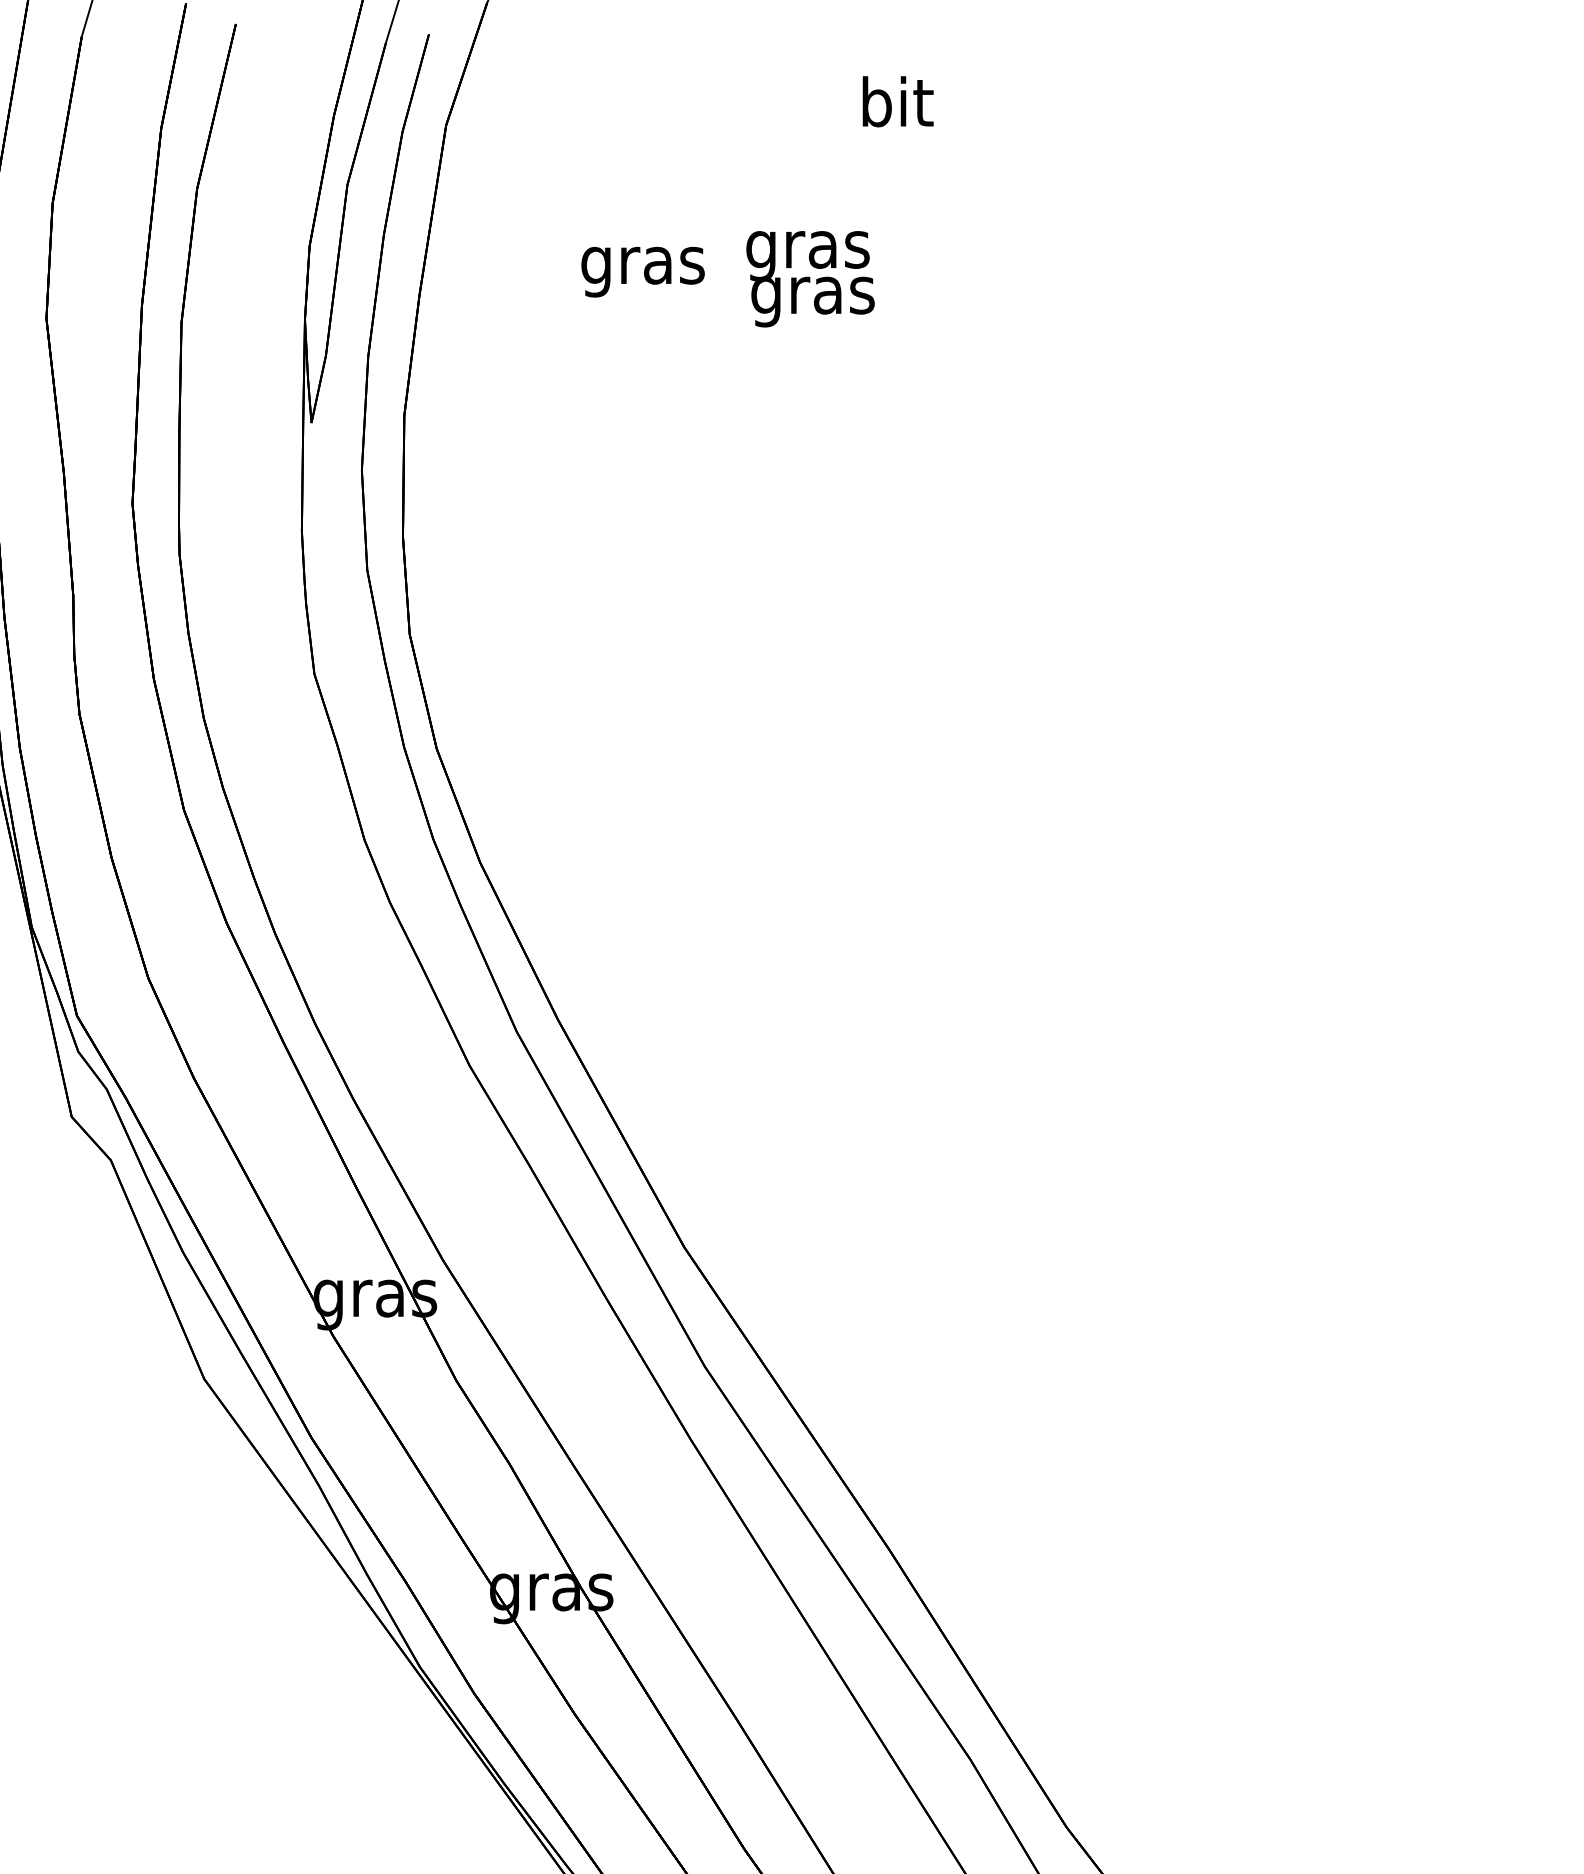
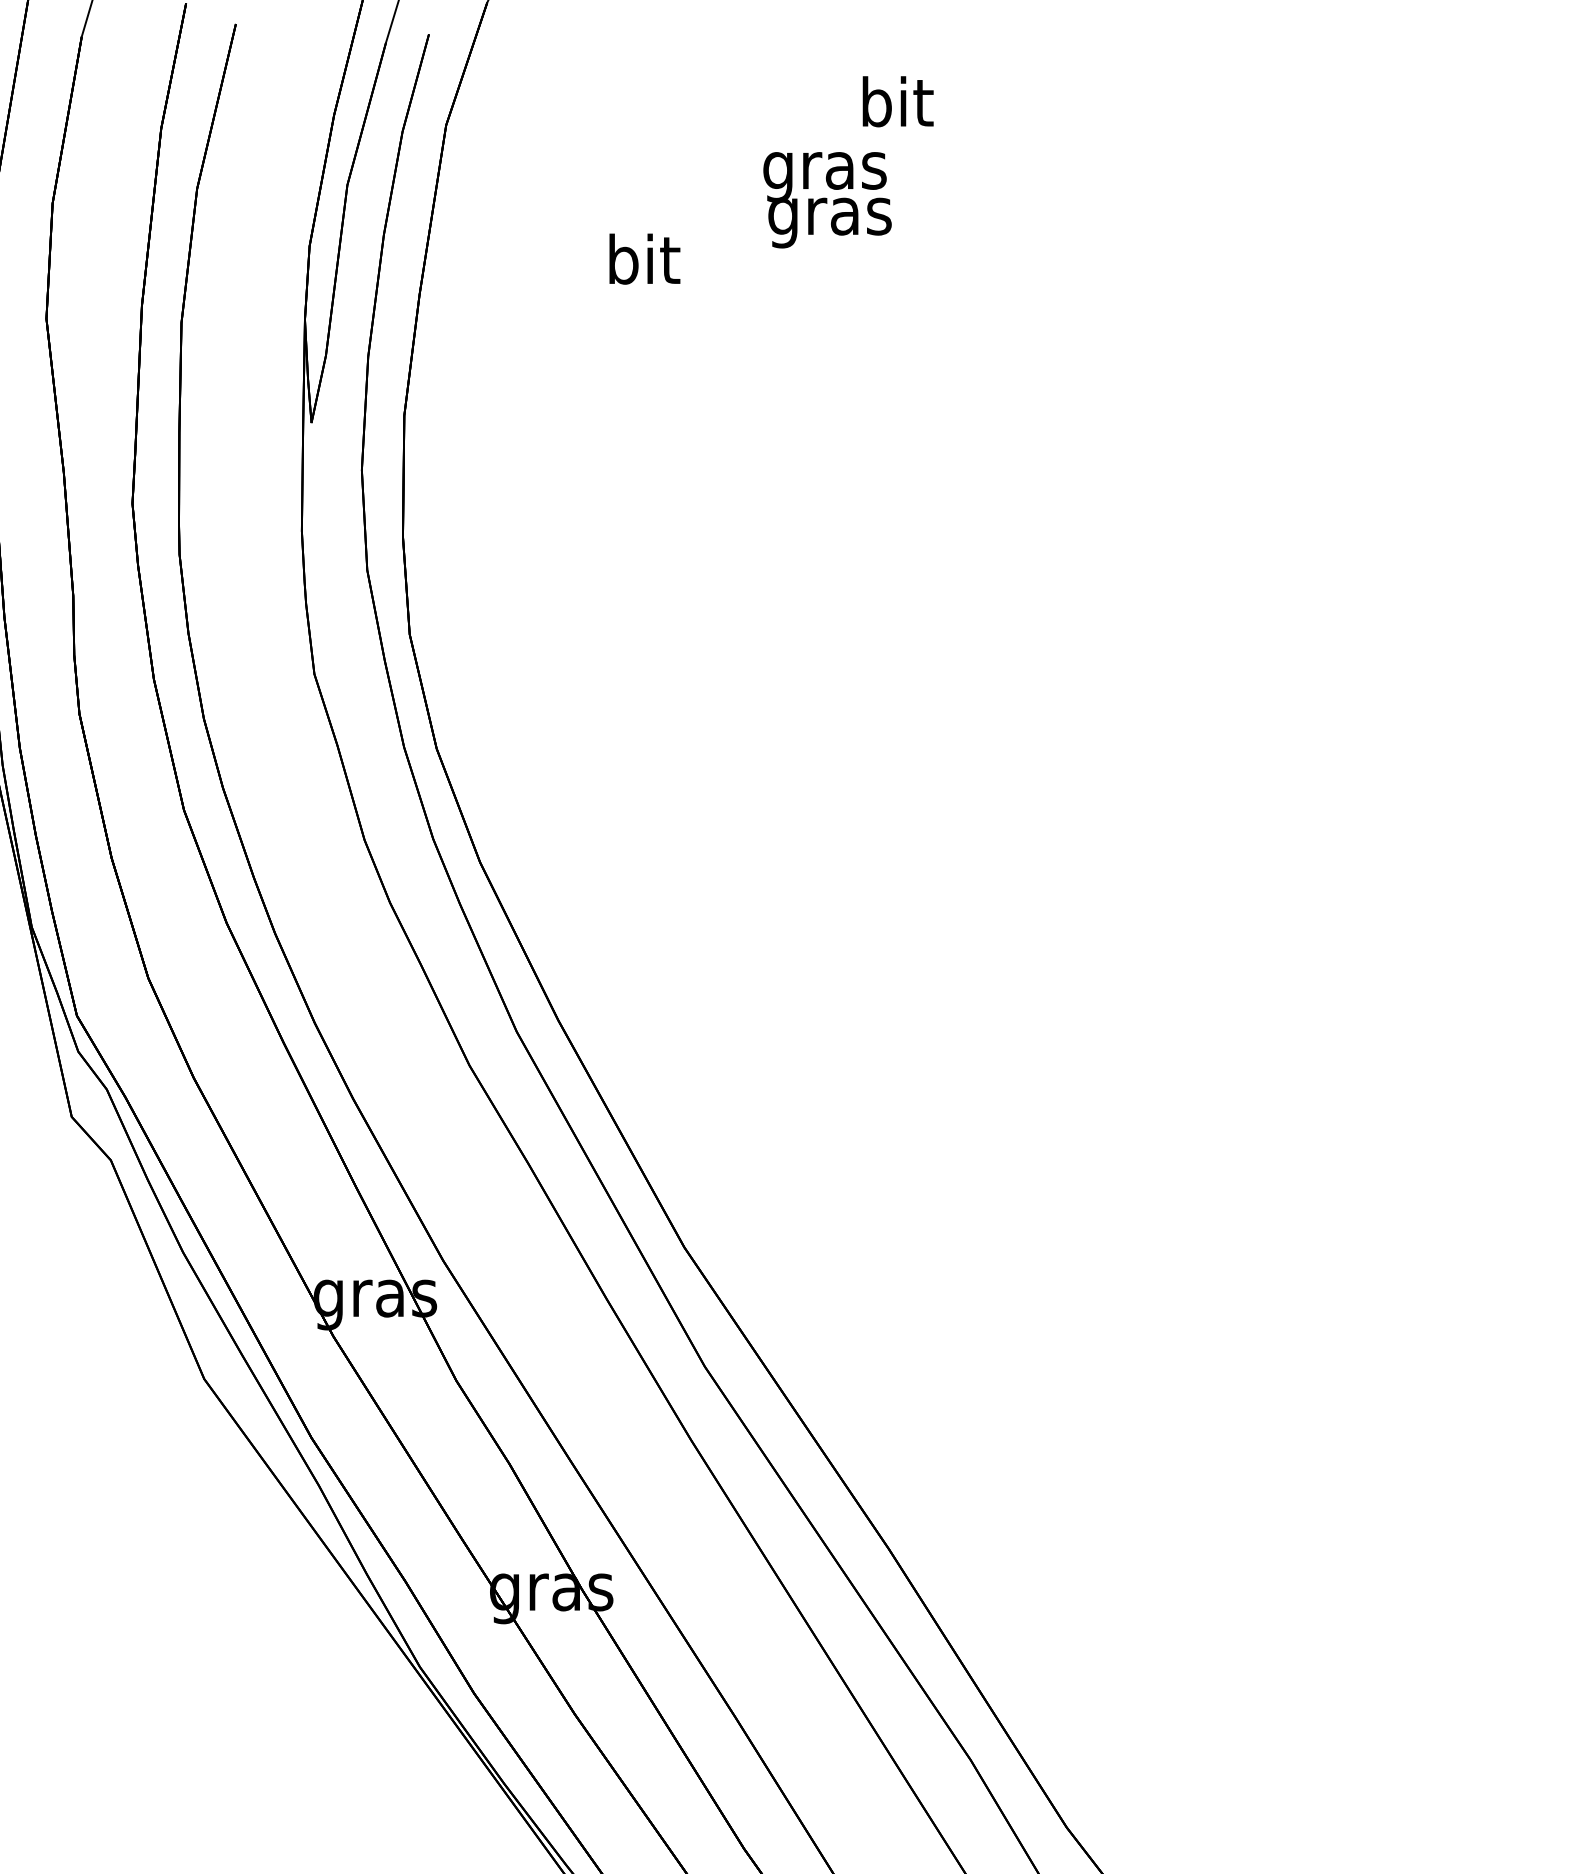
text at (642, 265): gras -> bit
text at (810, 279) position: (810, 279) -> (827, 200)
